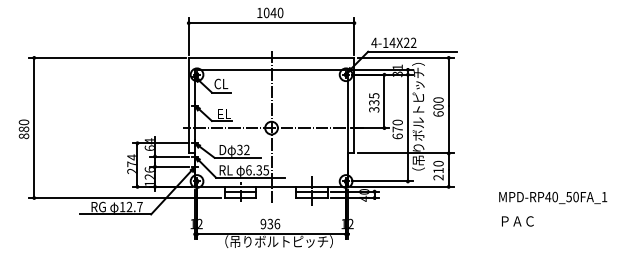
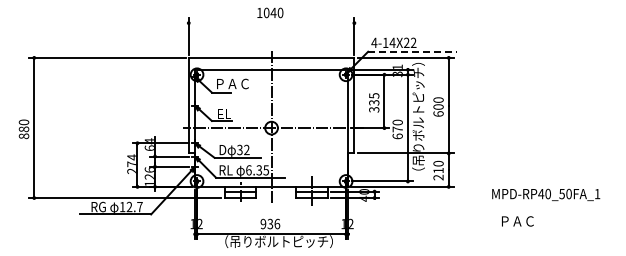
line at (271, 23): present -> none
line at (412, 51): solid -> dashed
text at (231, 83): CL -> ＰＡＣ
text at (553, 197) position: (553, 197) -> (546, 194)
